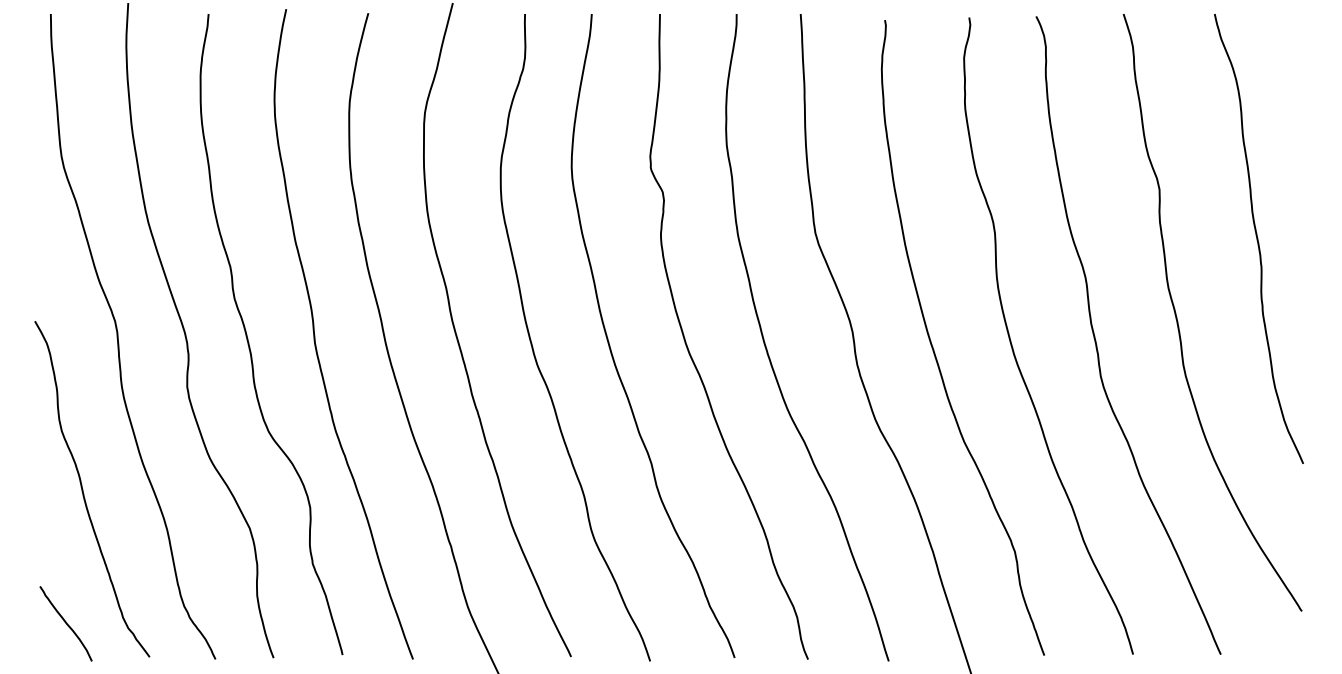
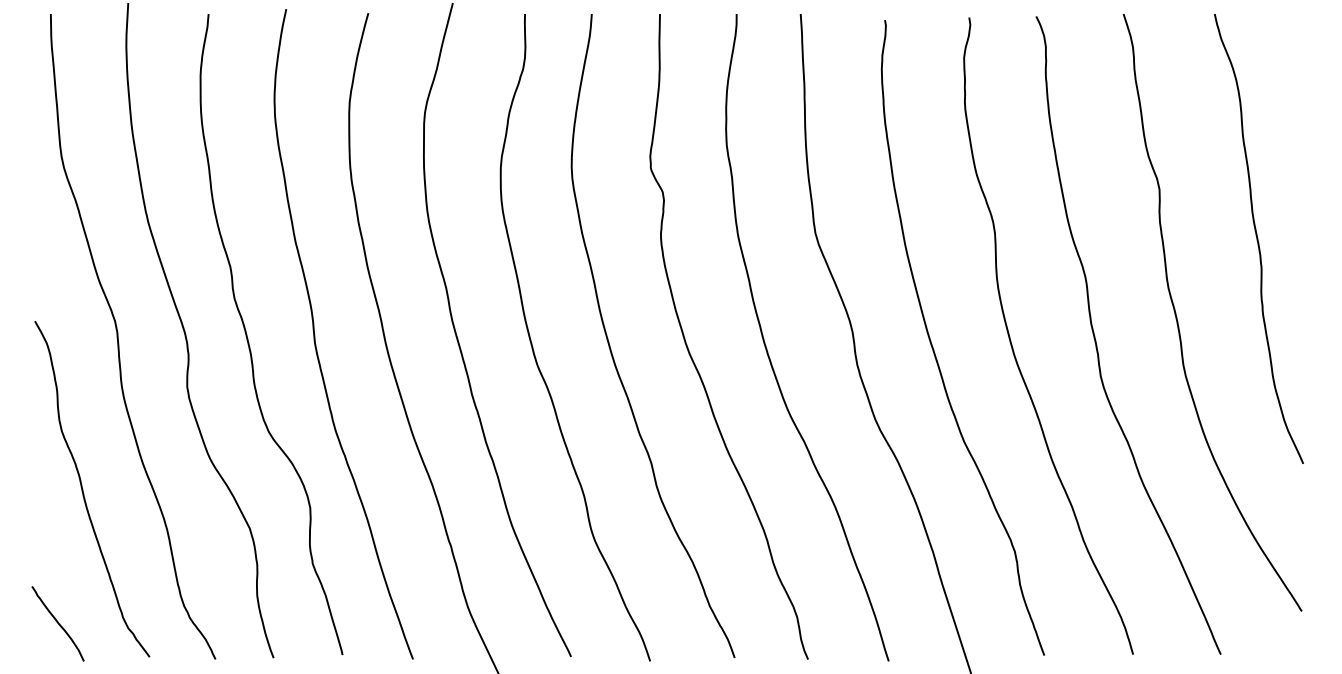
curve at (65, 623) position: (65, 623) -> (57, 623)
